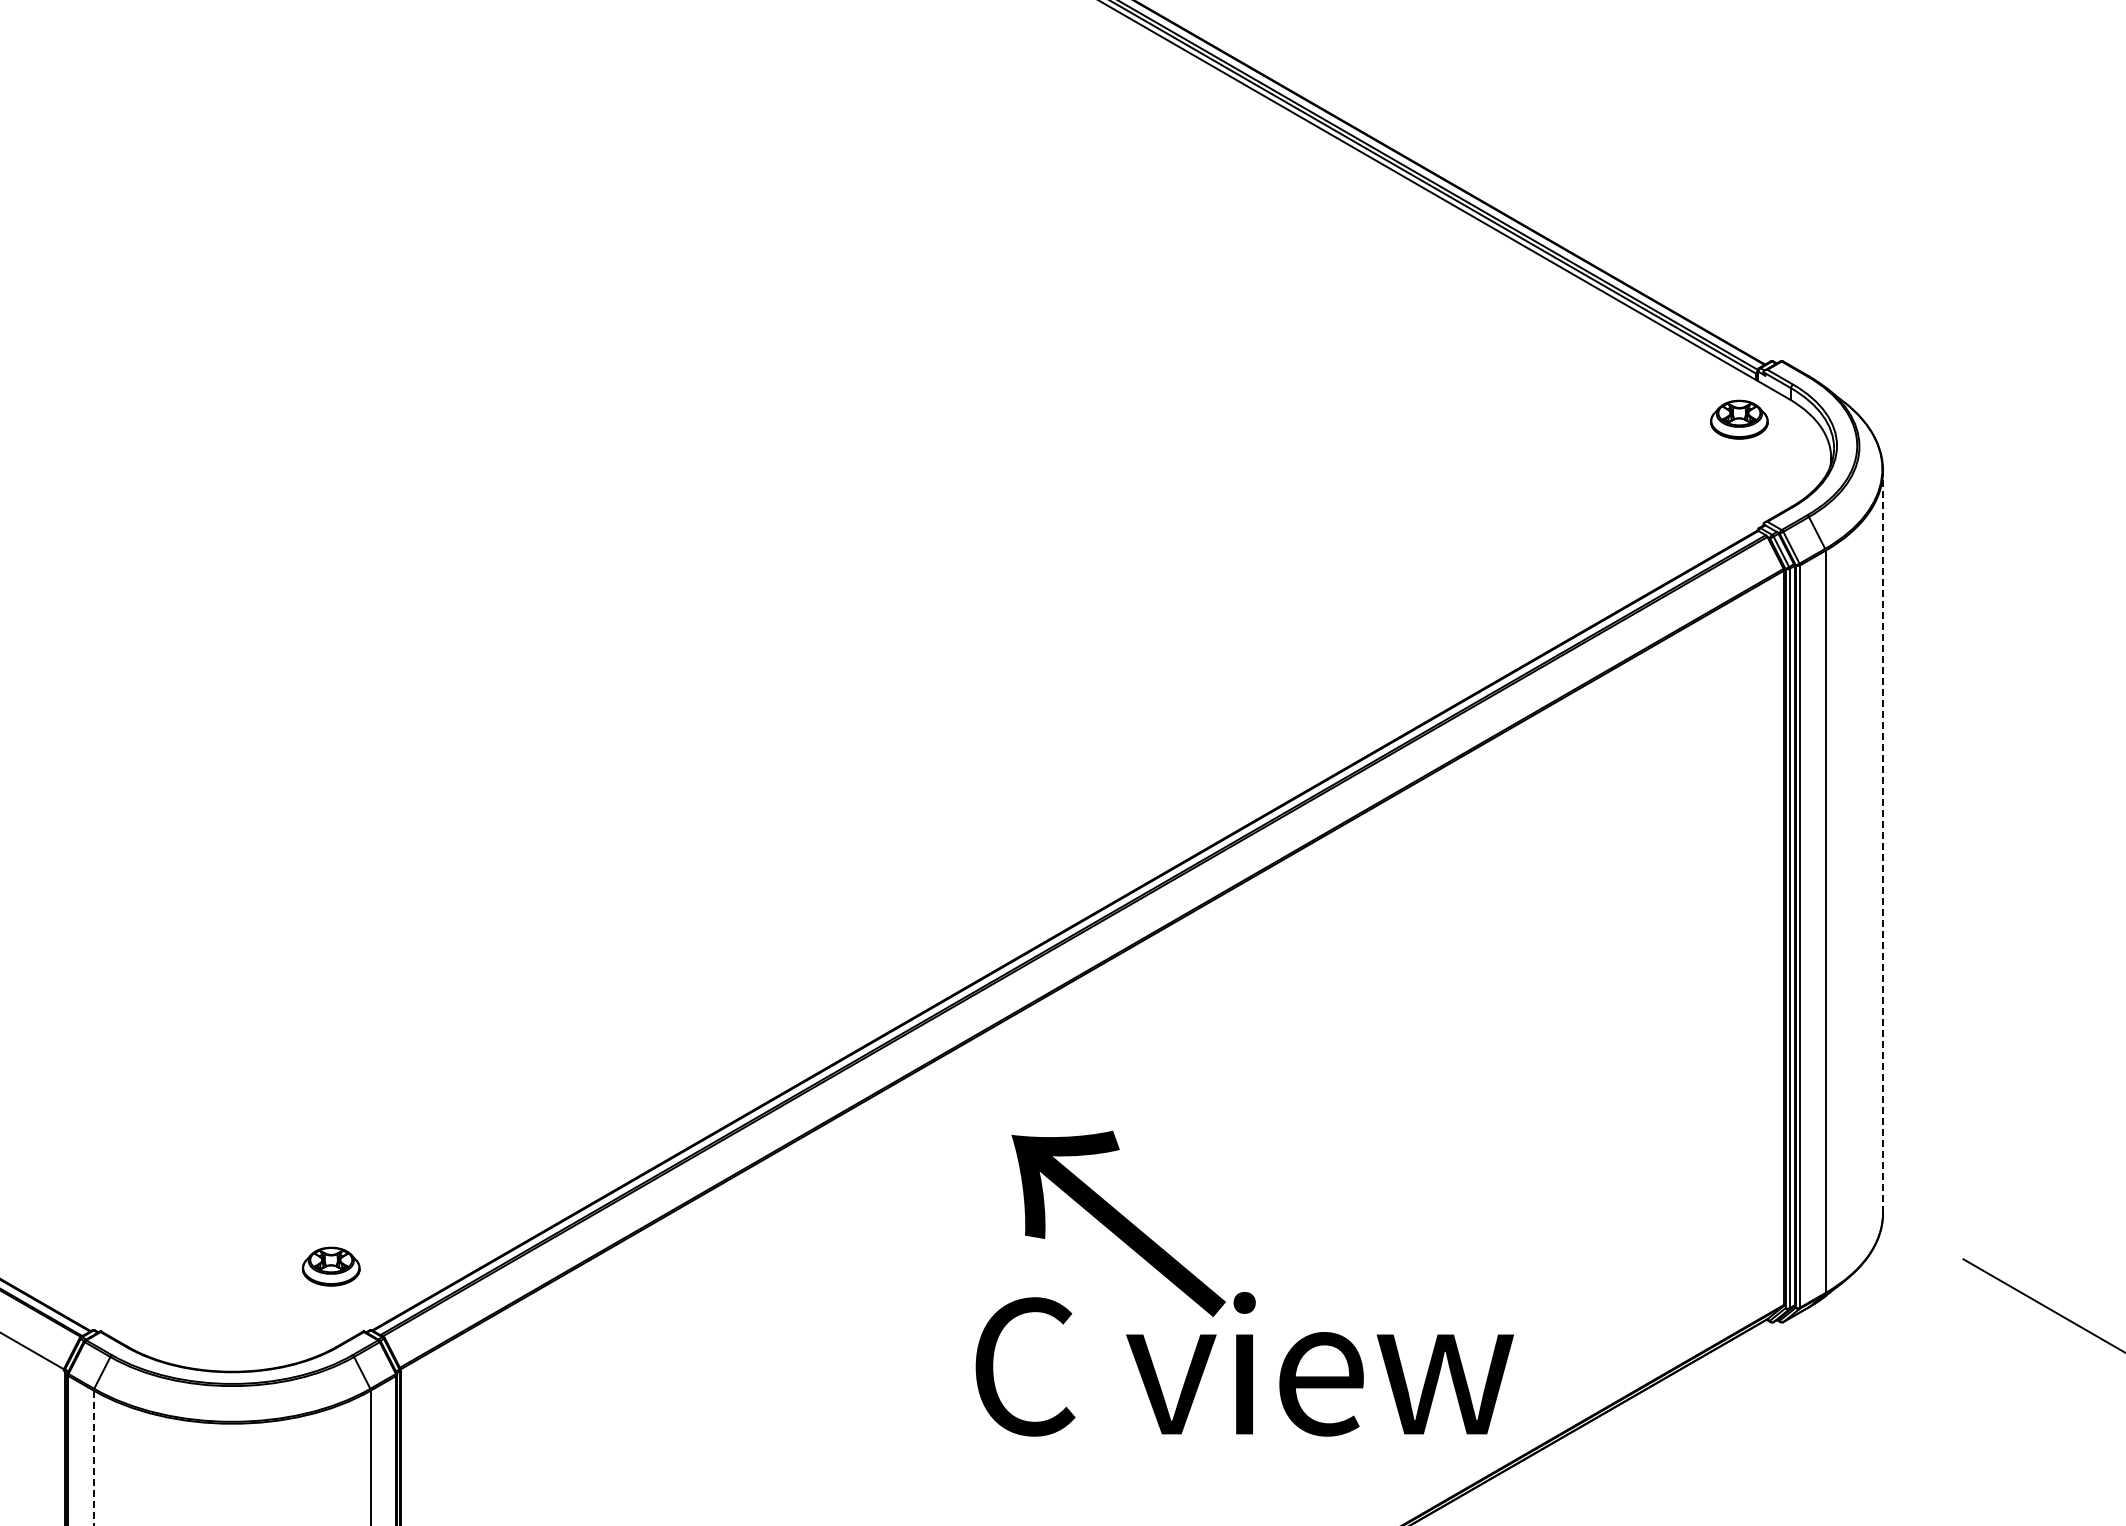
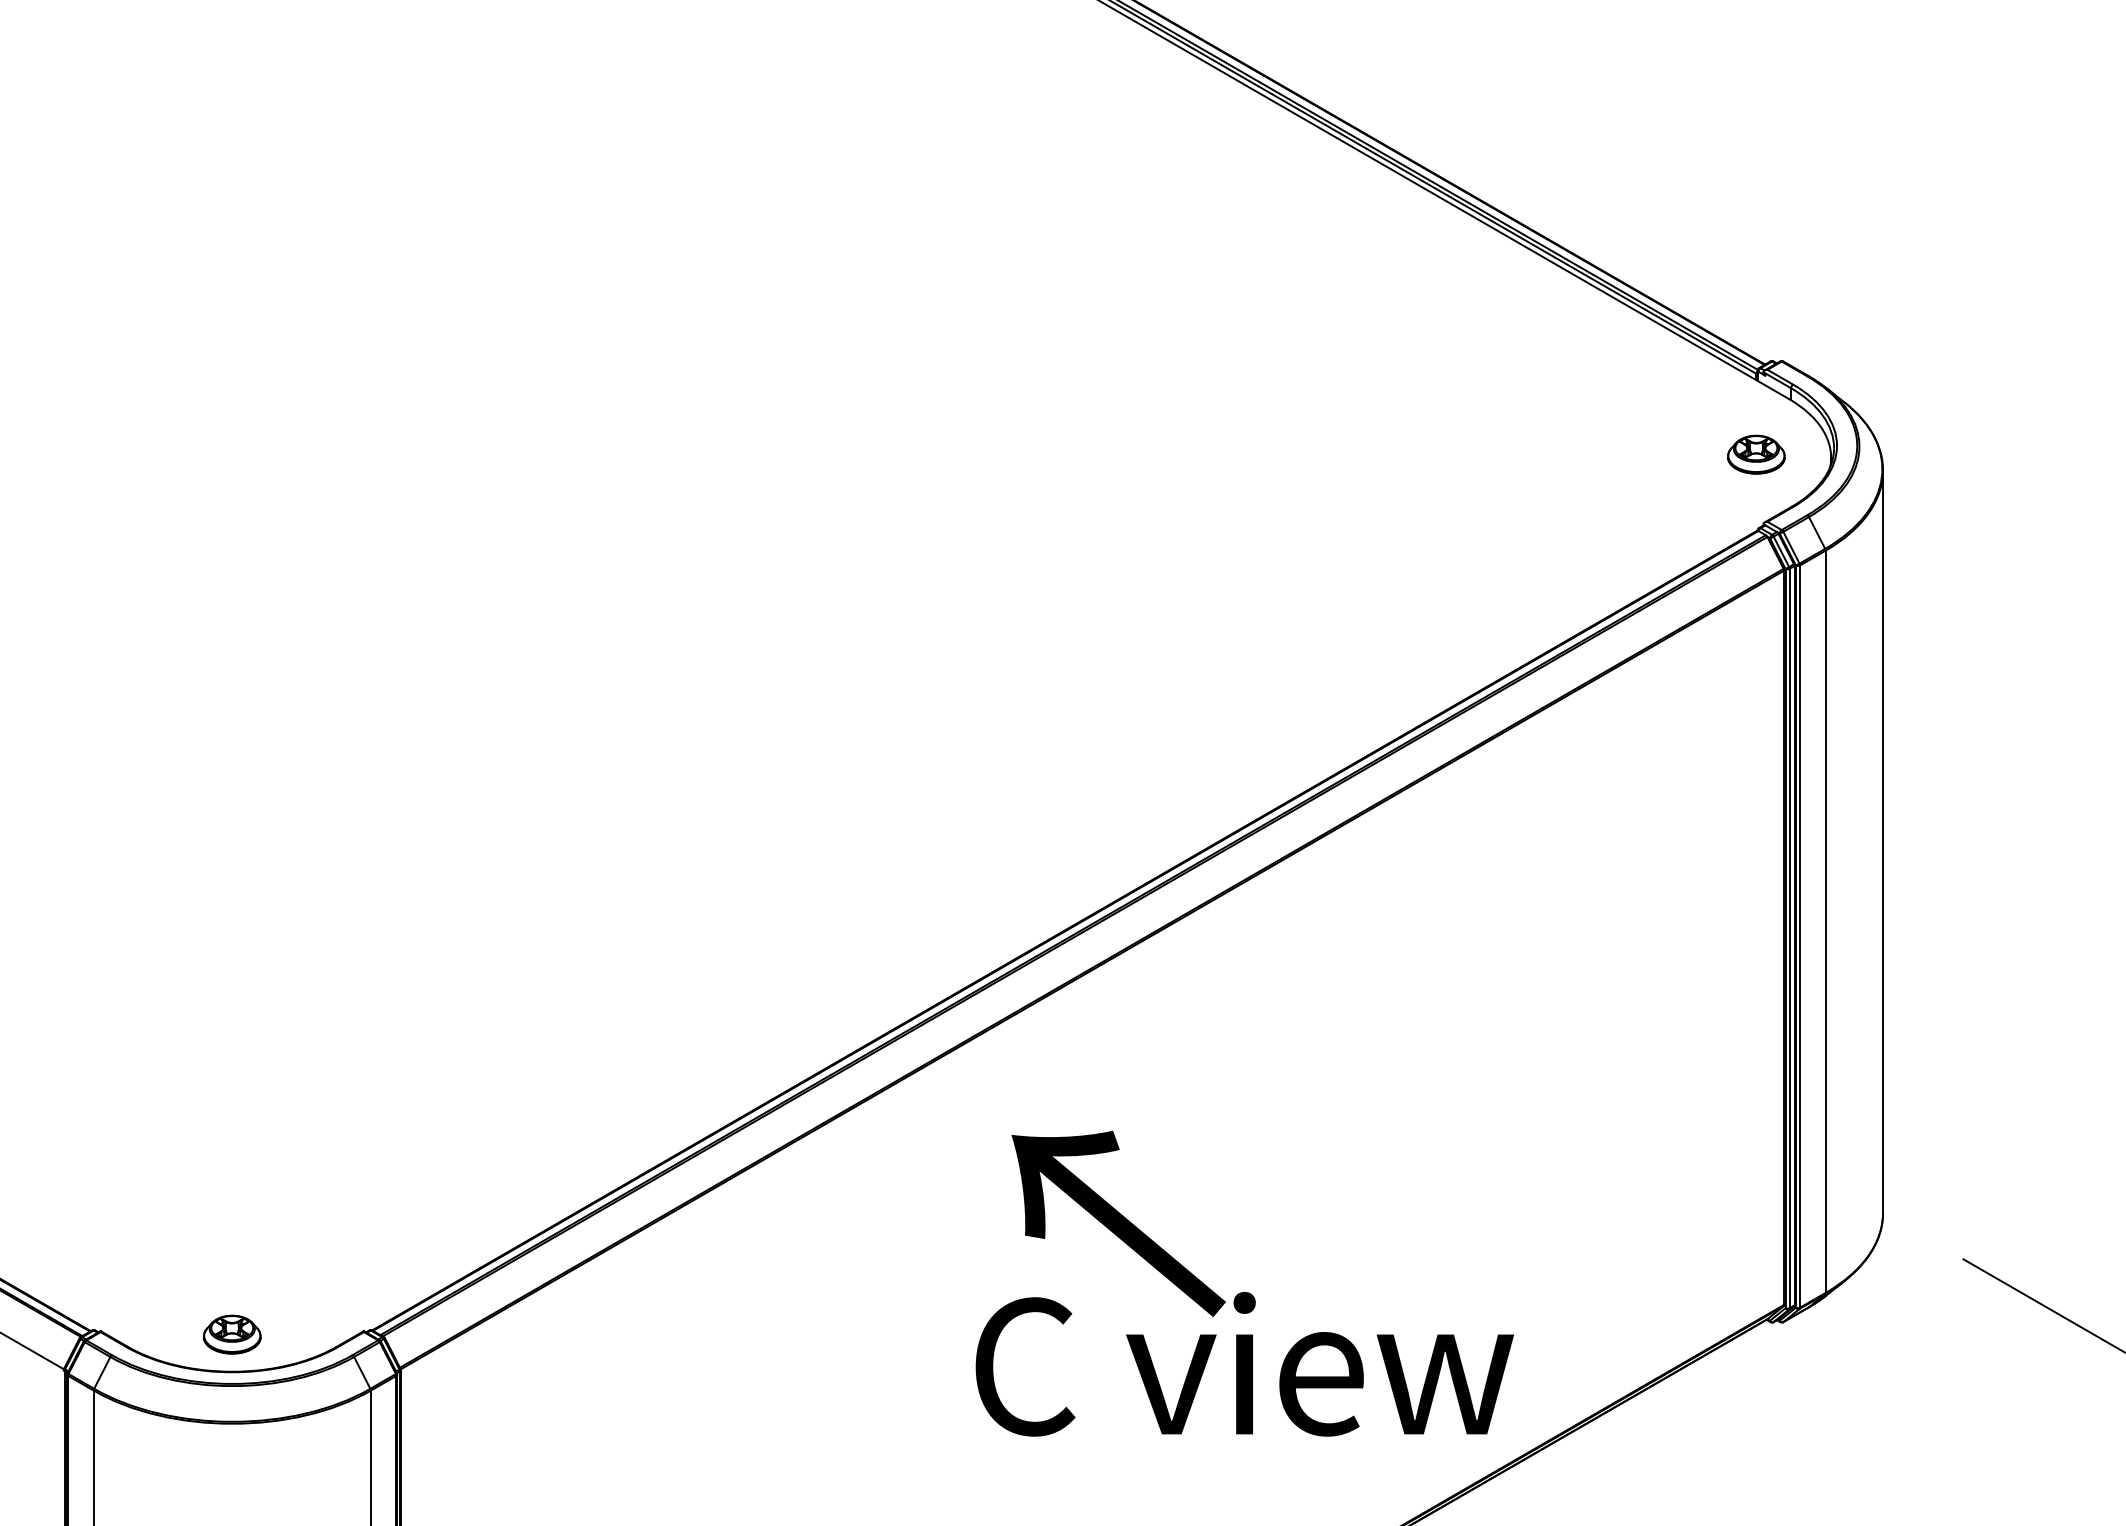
part at (1739, 419) position: (1739, 419) -> (1756, 454)
line at (1883, 841): dashed -> solid
part at (330, 1266) position: (330, 1266) -> (231, 1334)
line at (93, 1458): dashed -> solid
